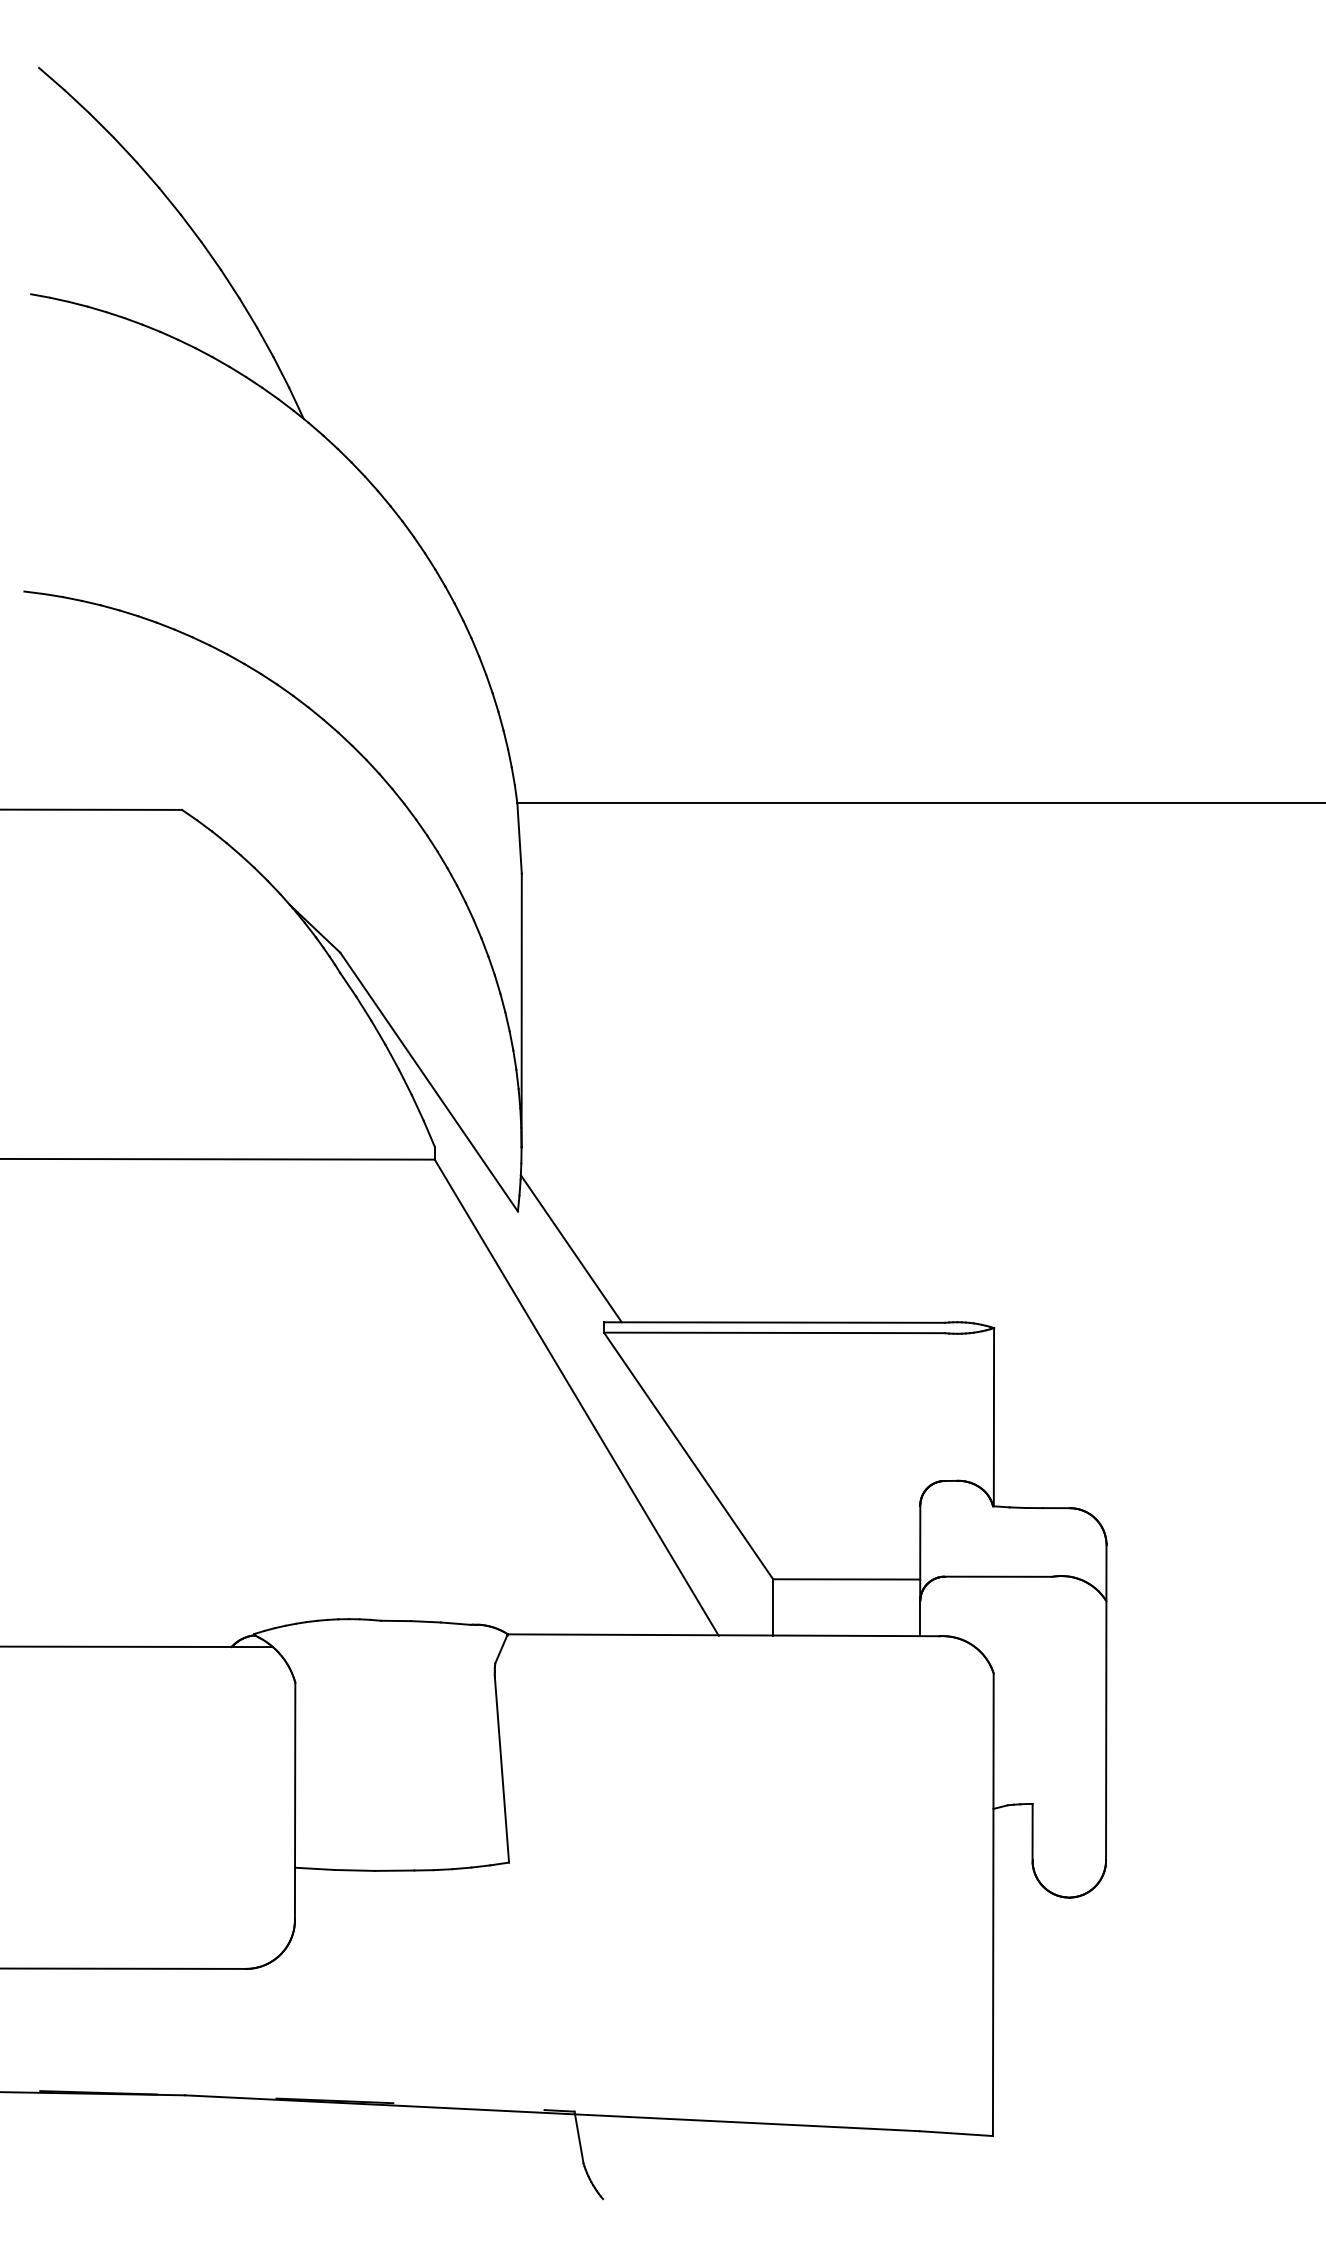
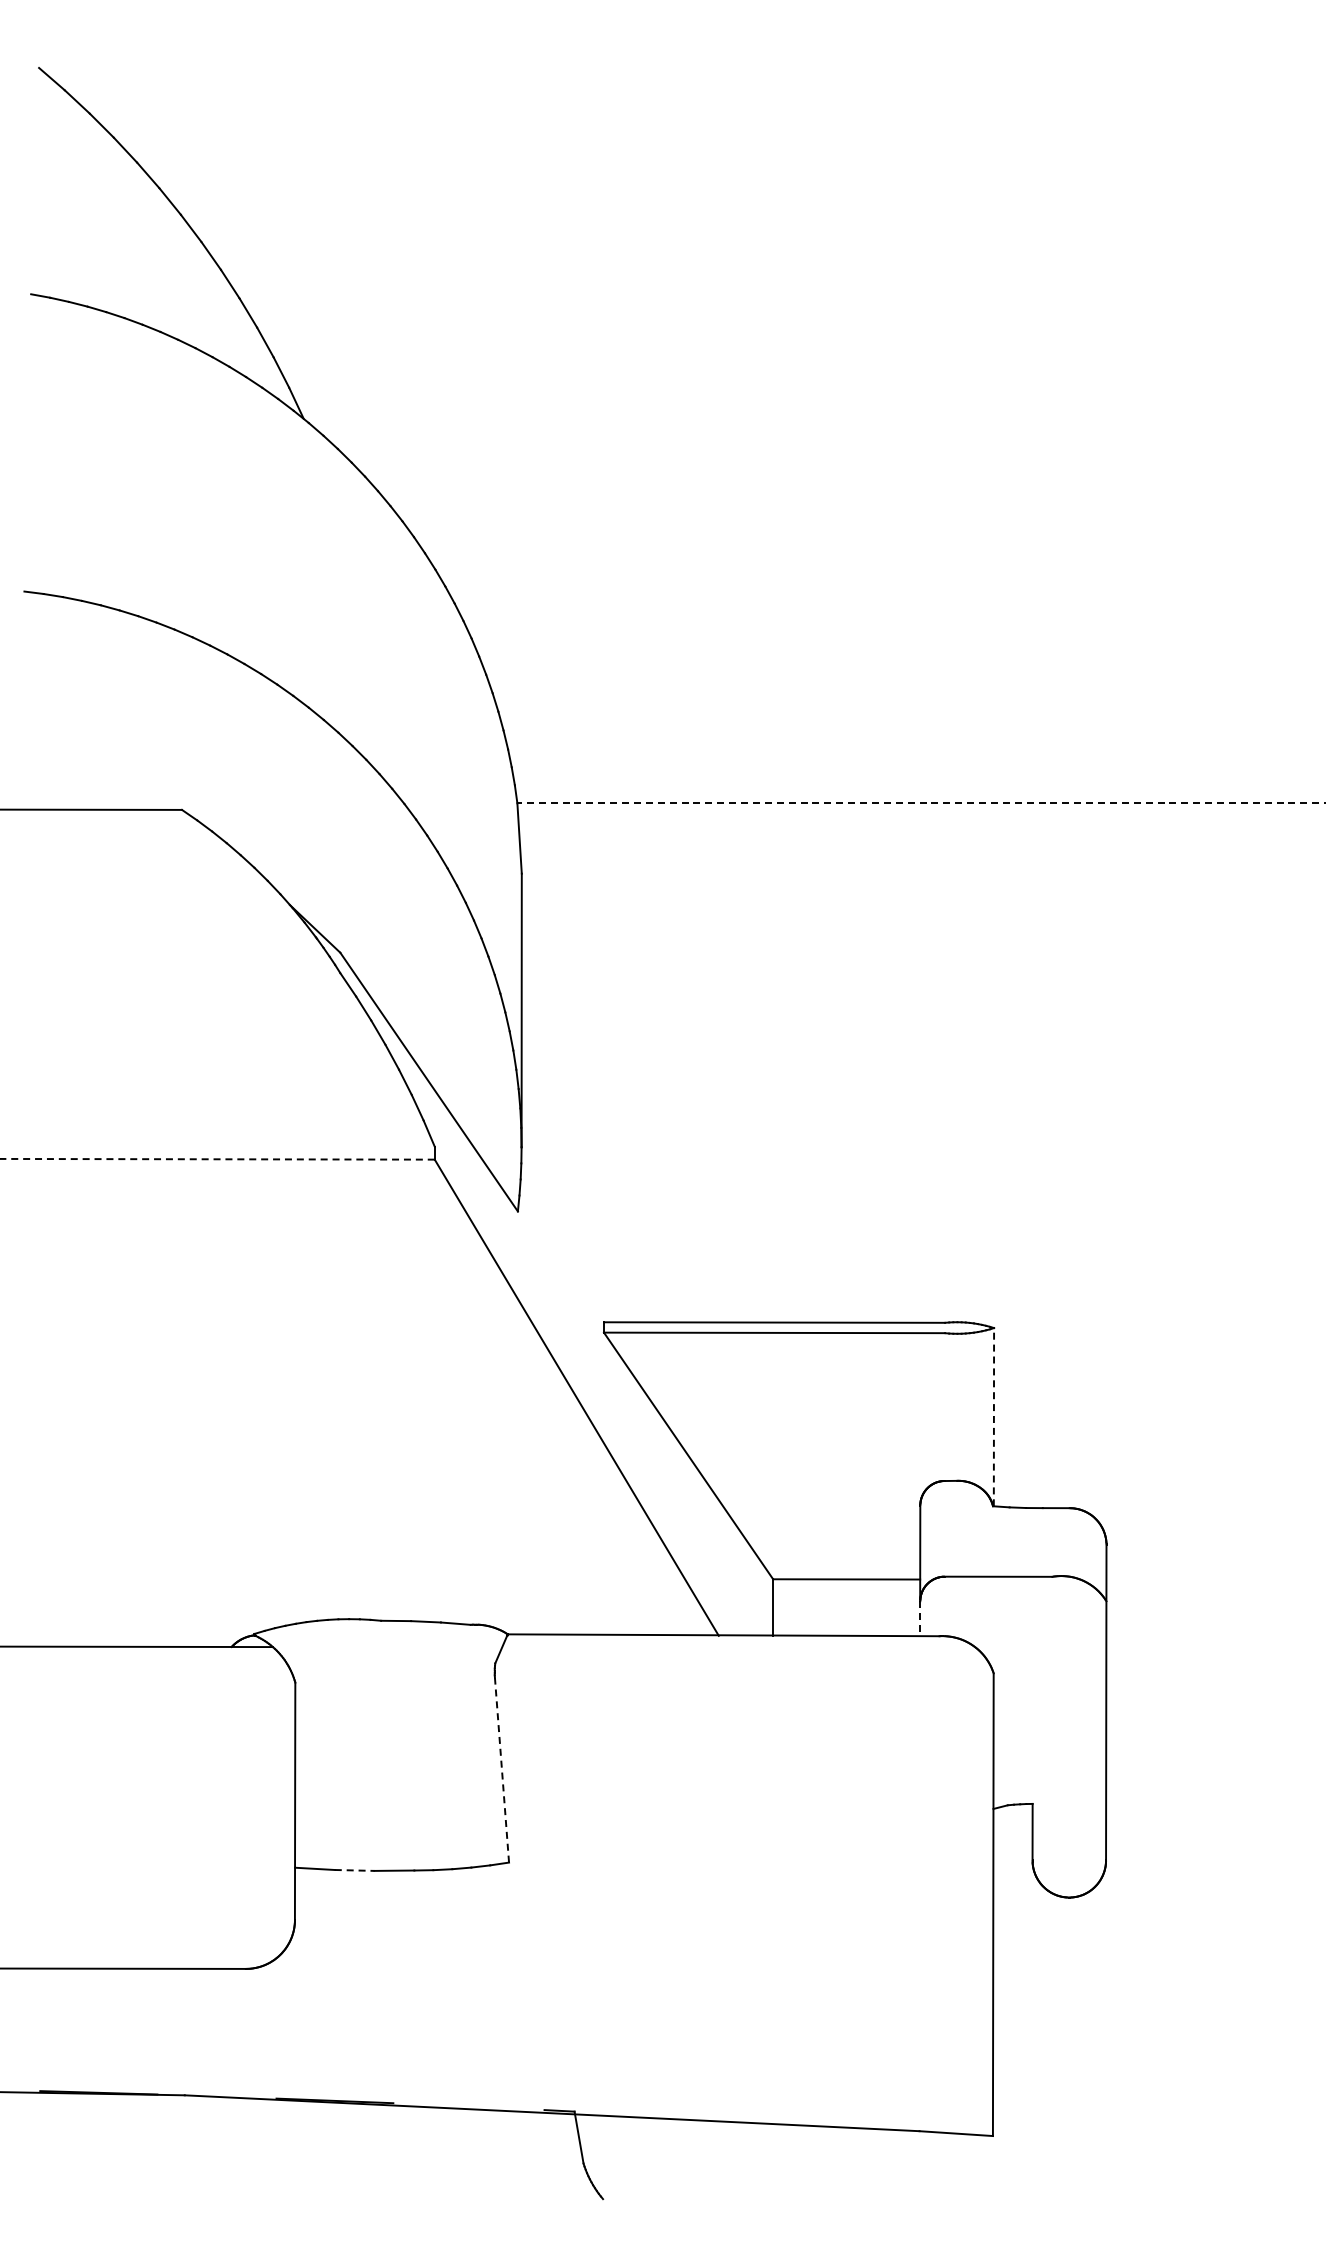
line at (921, 803): solid -> dashed
line at (217, 1159): solid -> dashed
line at (570, 1248): present -> none
line at (993, 1416): solid -> dashed
line at (920, 1619): solid -> dashed
line at (502, 1770): solid -> dashed
line at (354, 1870): solid -> dashed
